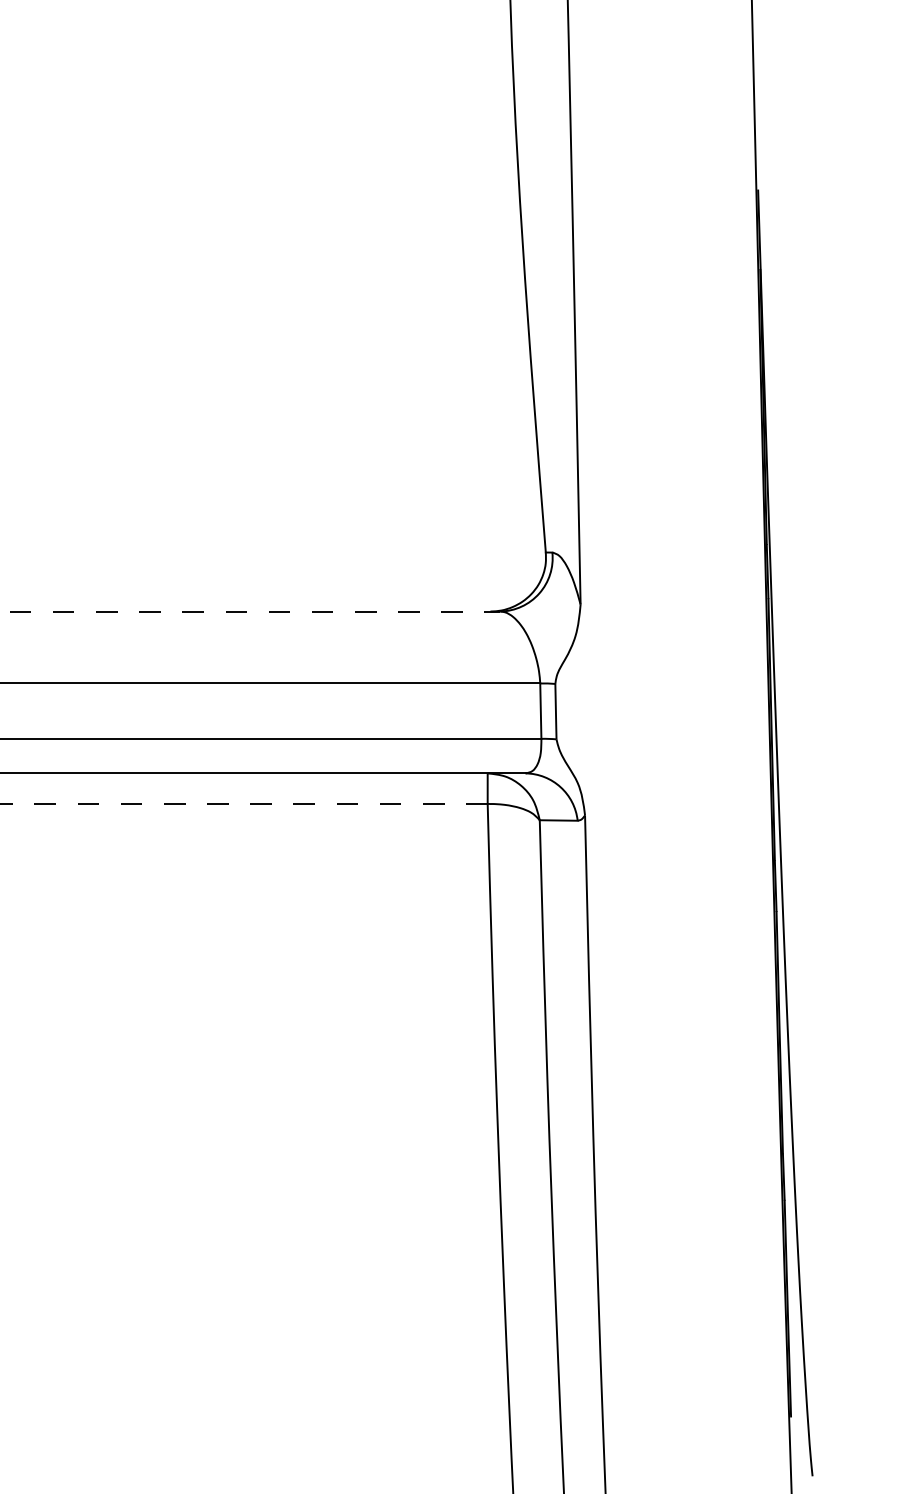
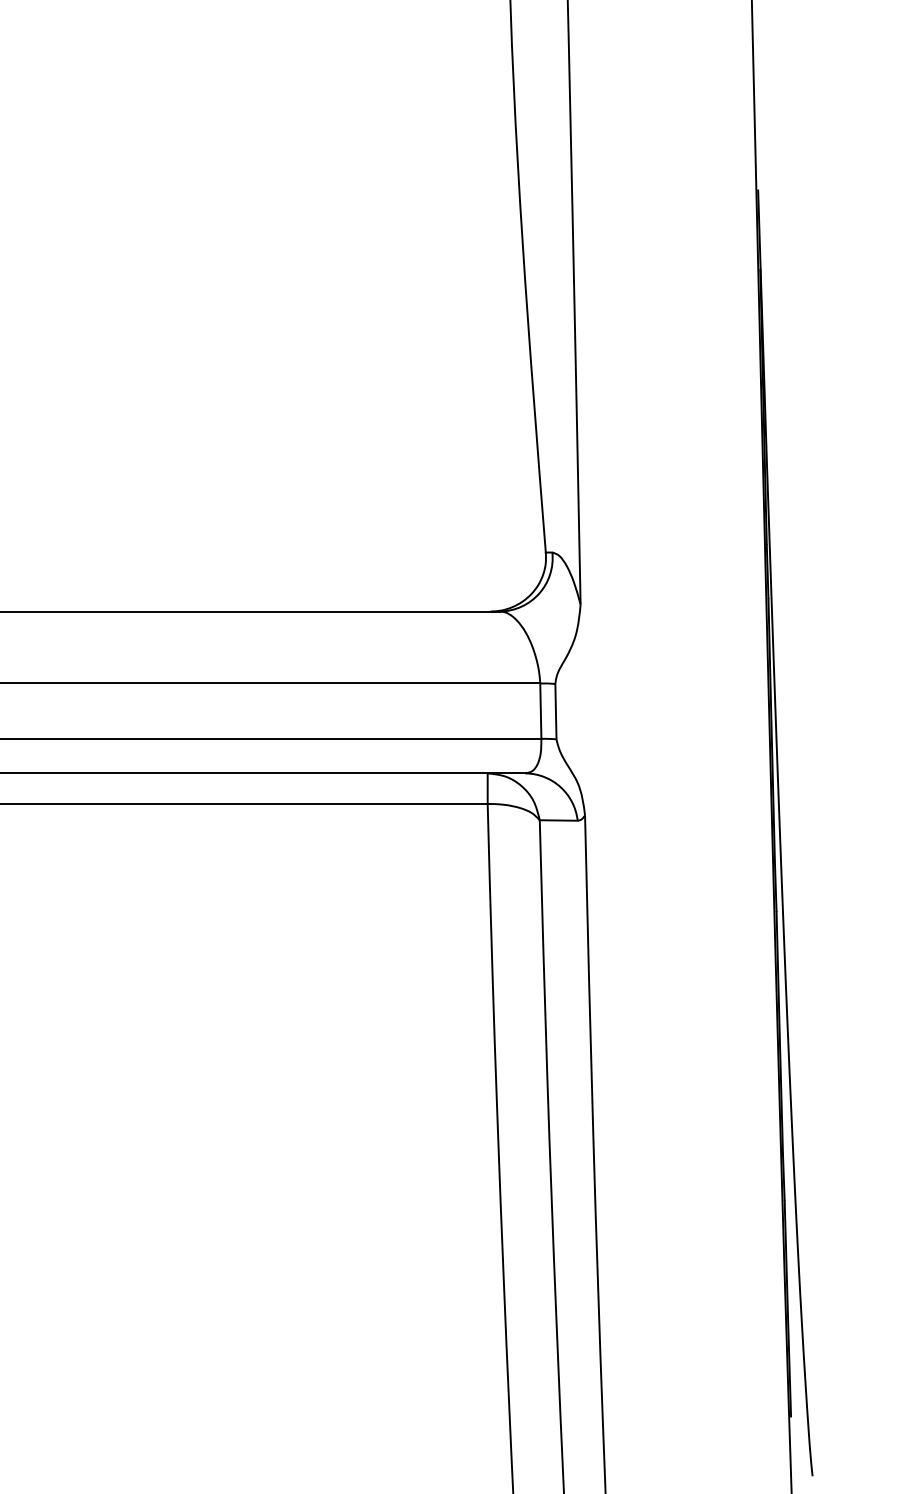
line at (250, 611): dashed -> solid
line at (243, 804): dashed -> solid
